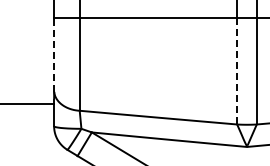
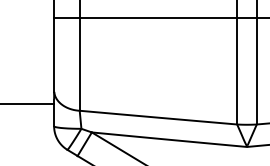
line at (54, 54): dashed -> solid
line at (237, 71): dashed -> solid
